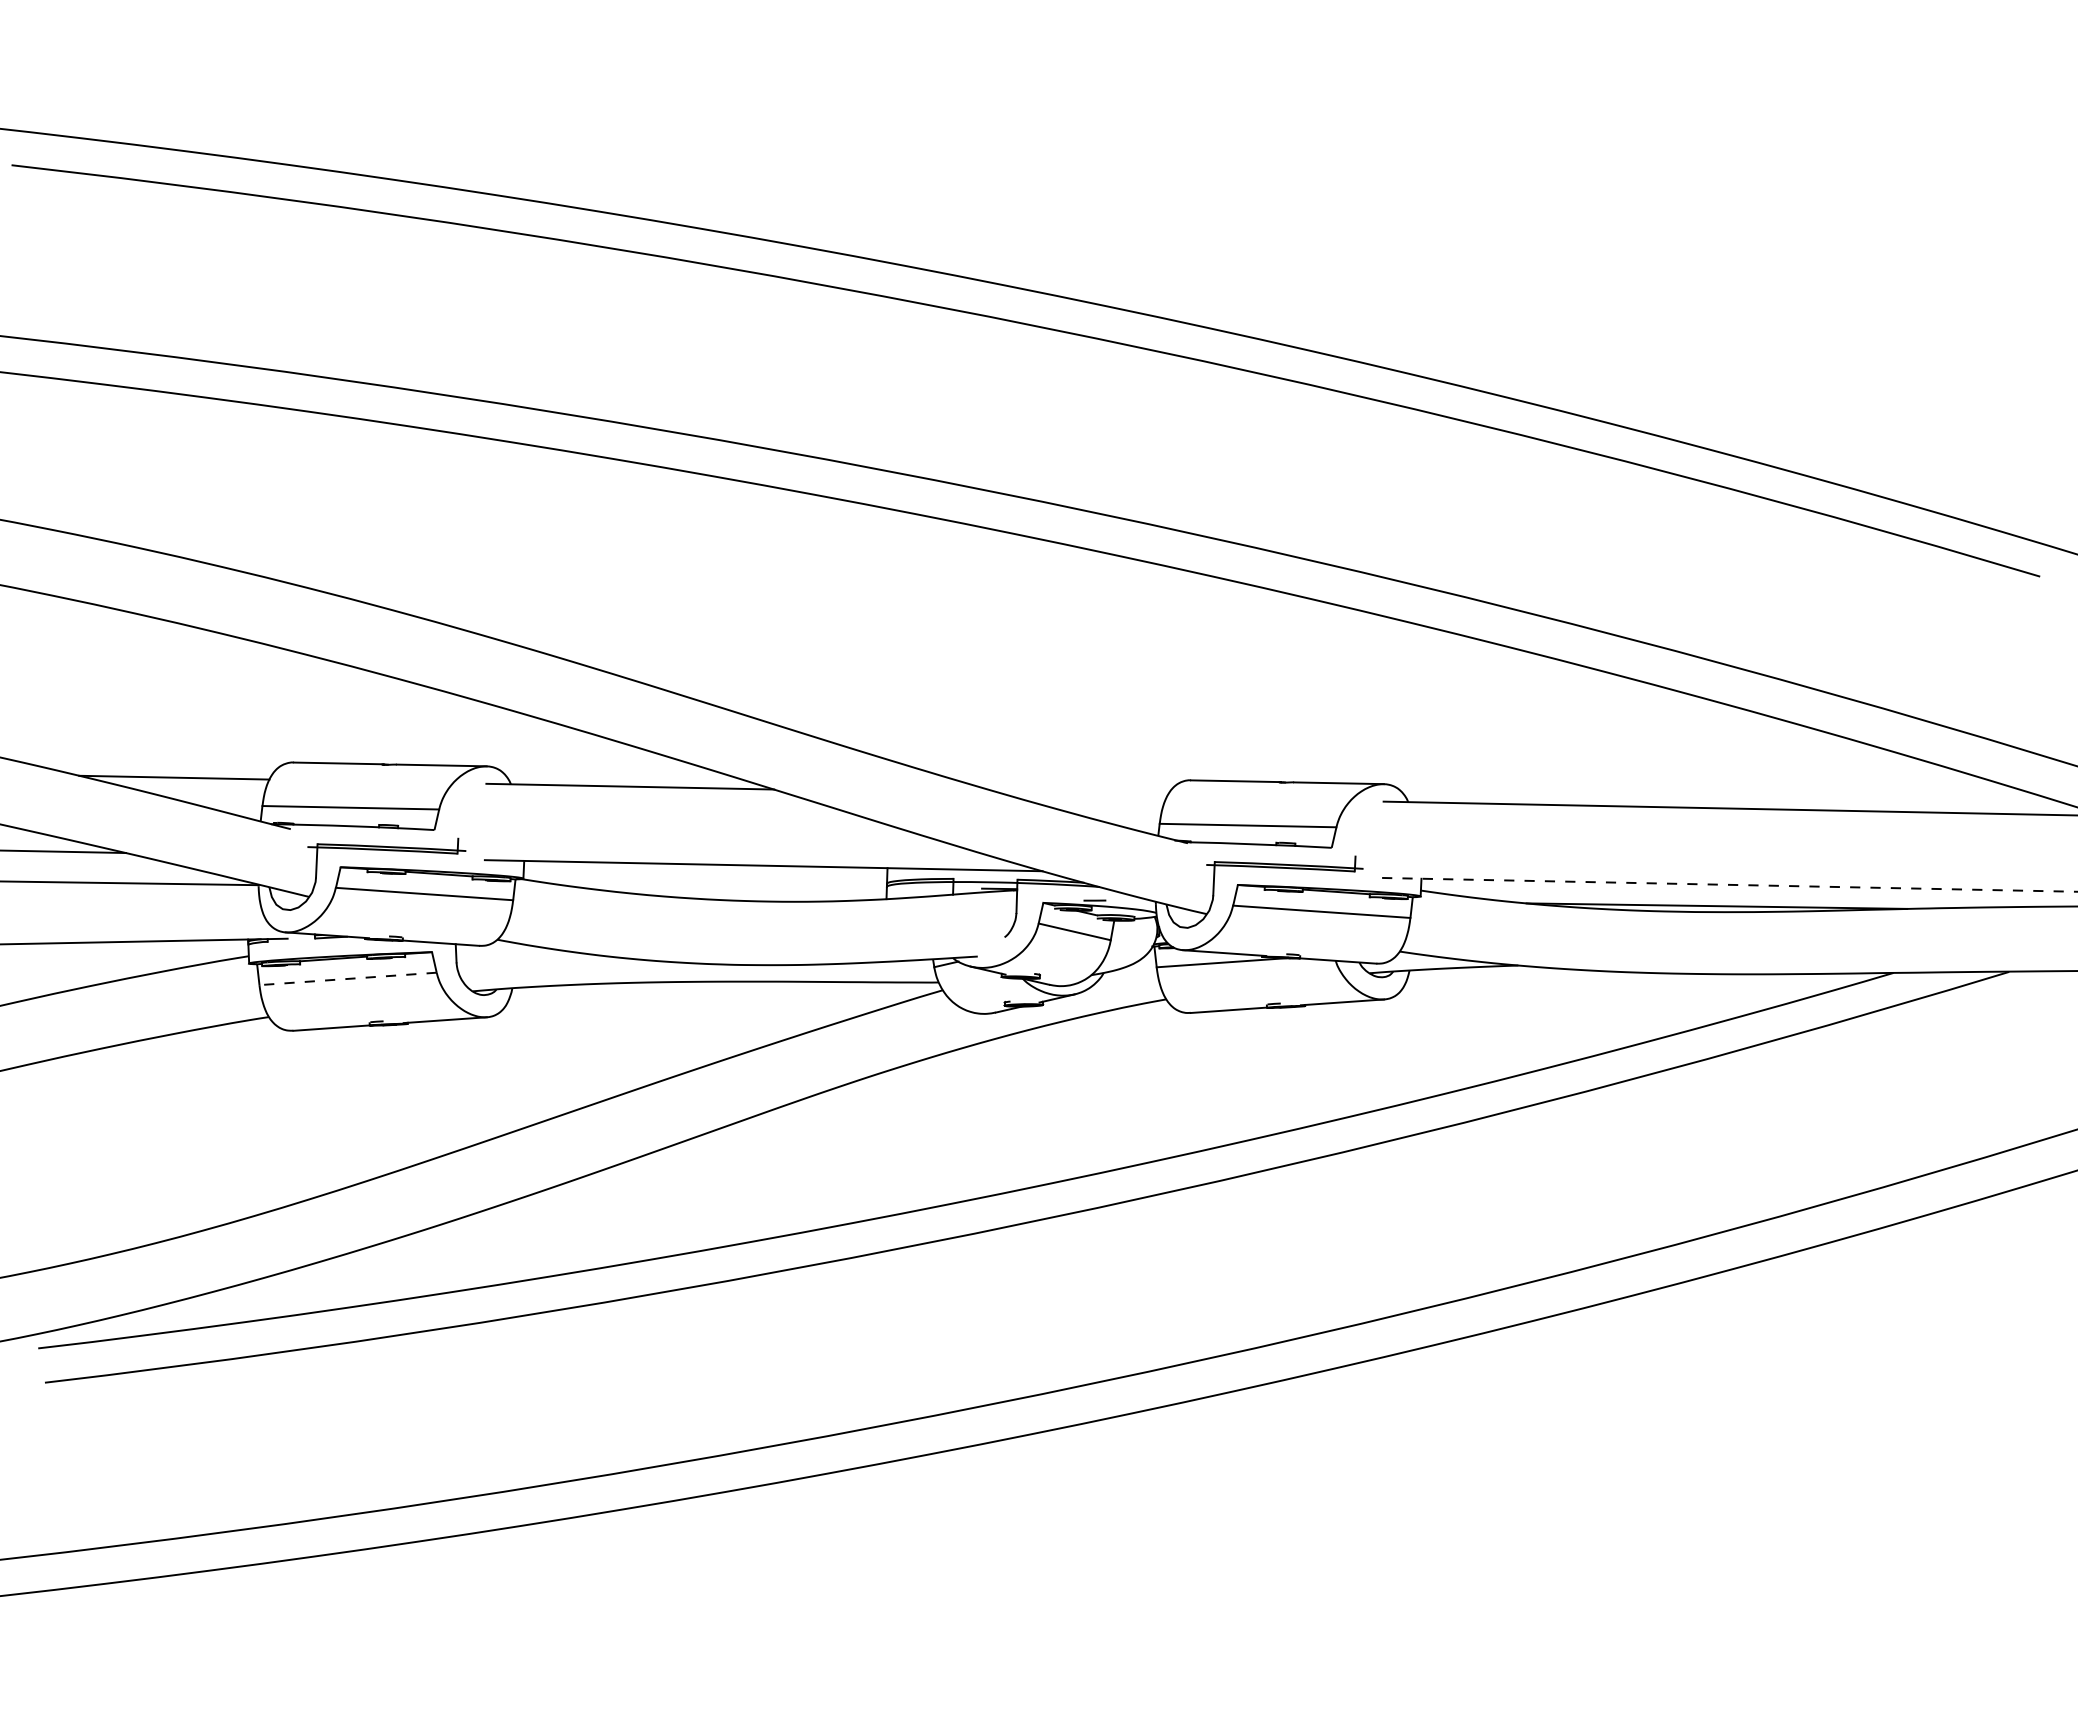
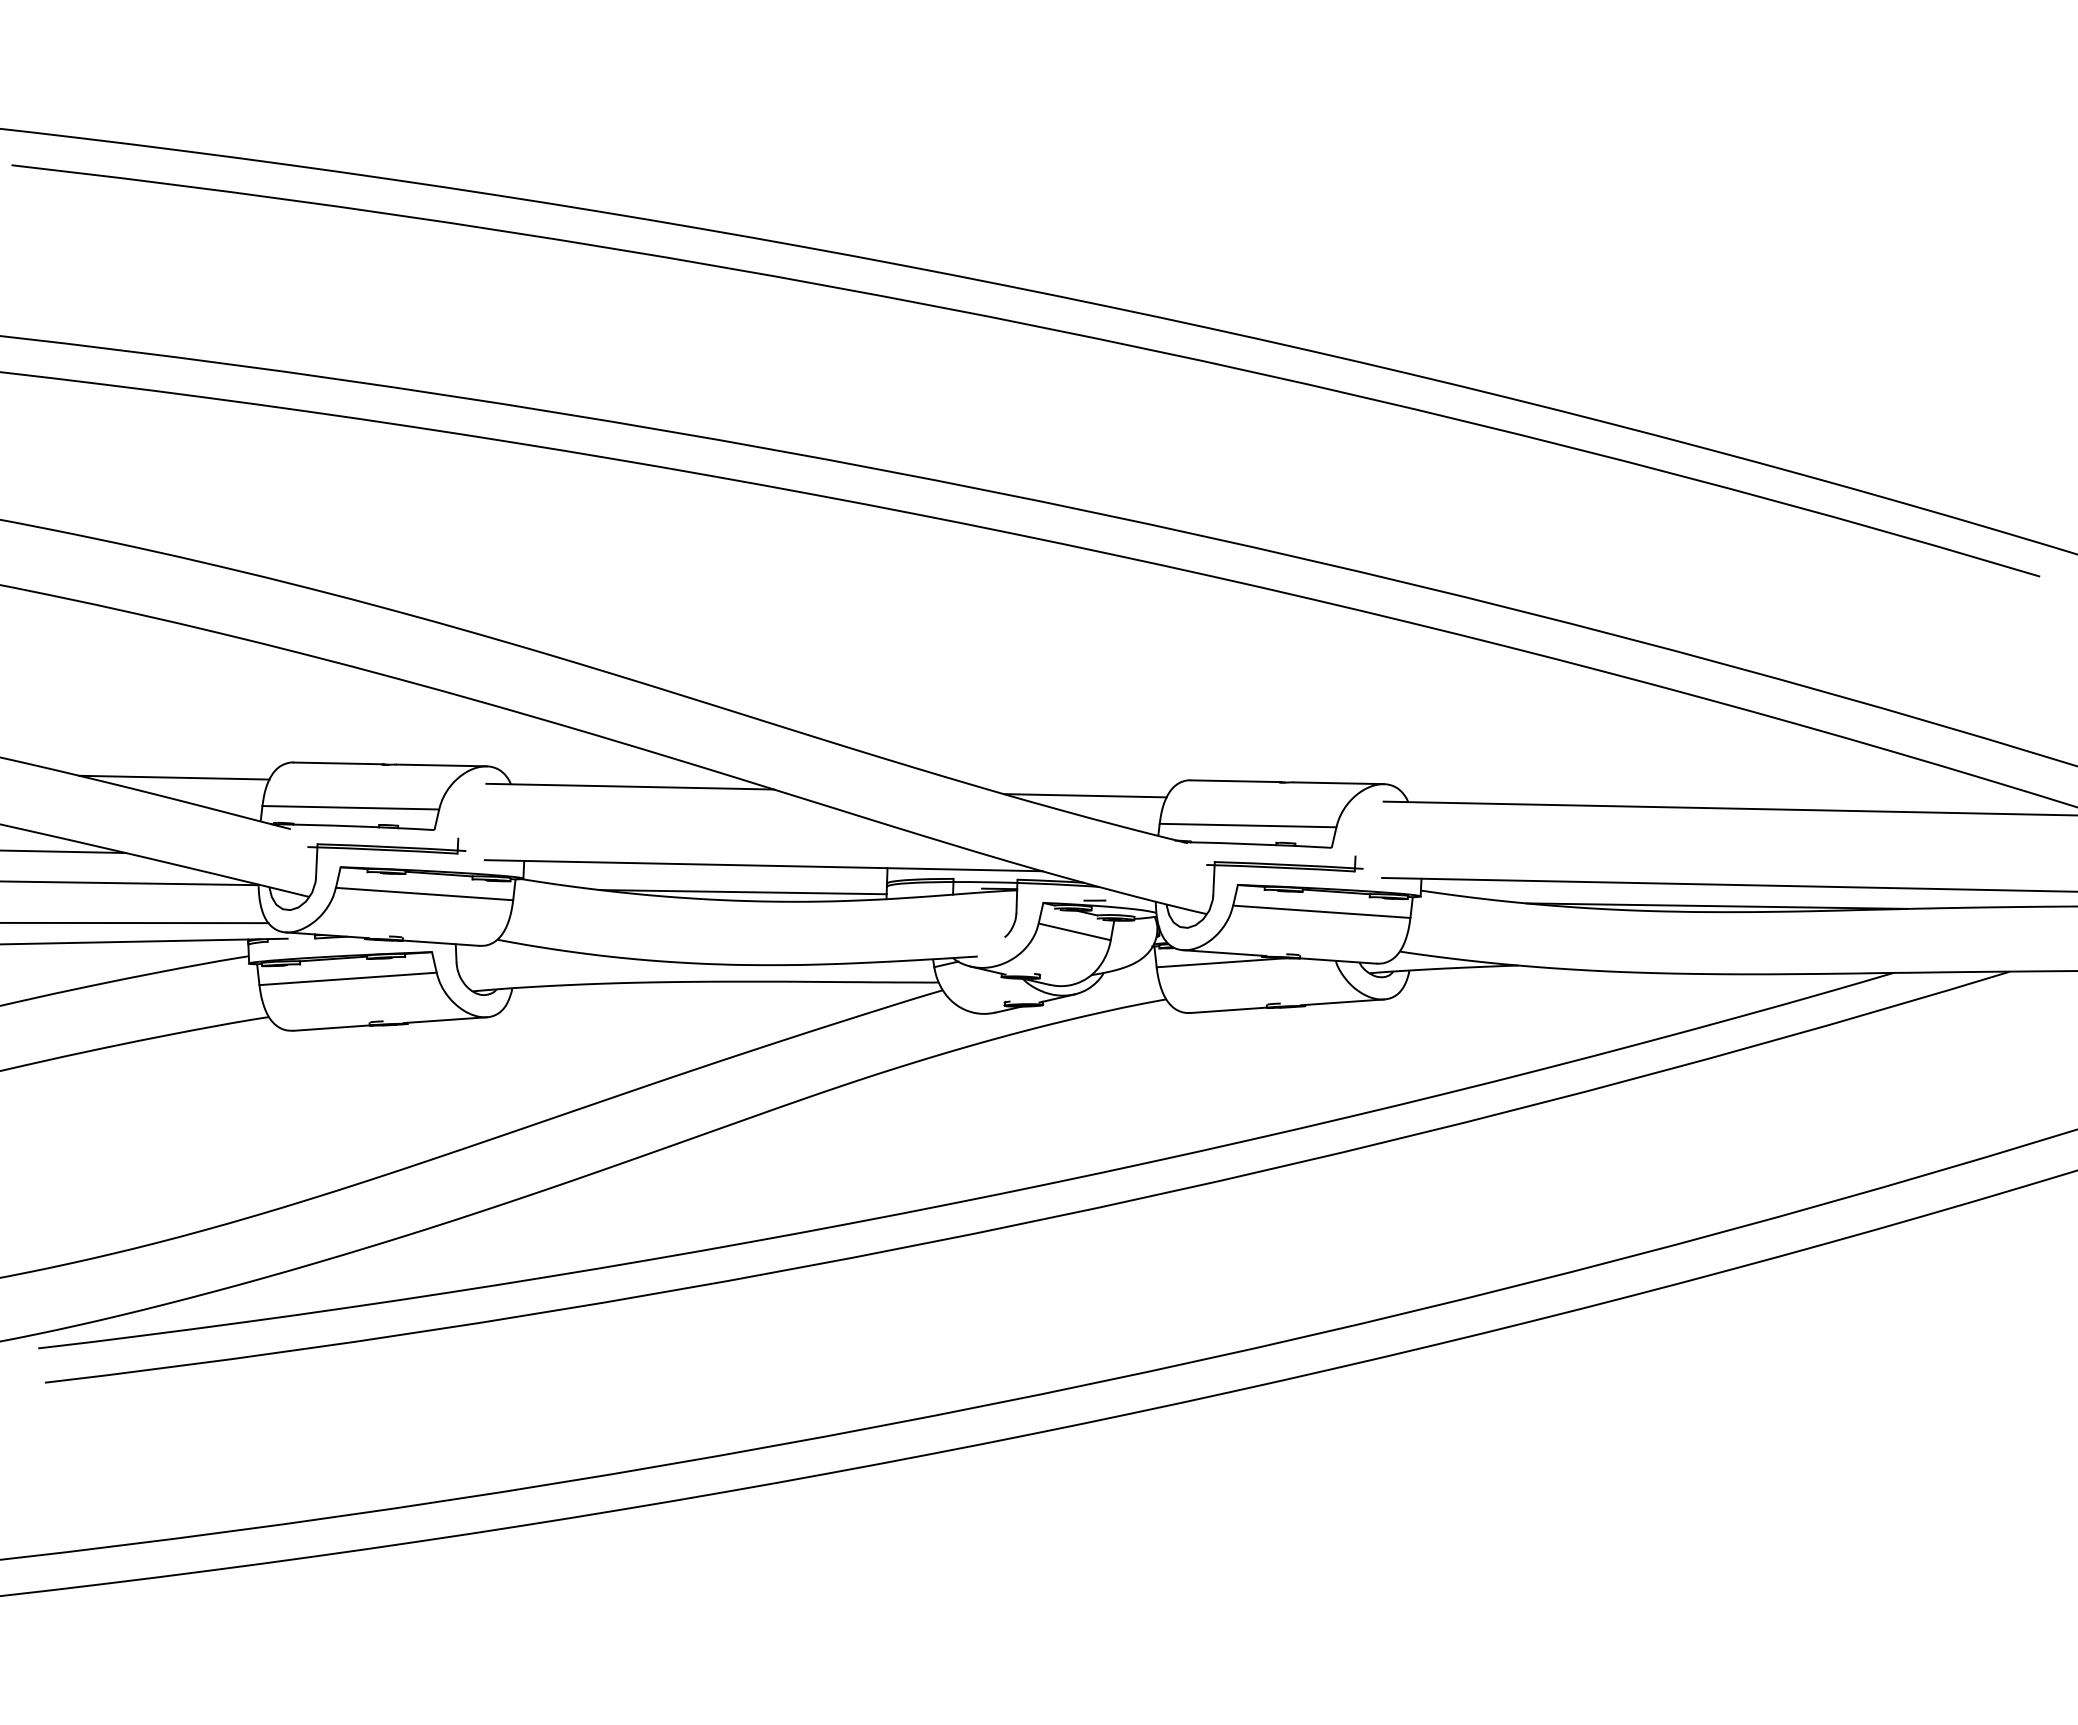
line at (1085, 795): none -> present
line at (1729, 884): dashed -> solid
line at (743, 892): none -> present
line at (135, 922): none -> present
line at (348, 978): dashed -> solid
